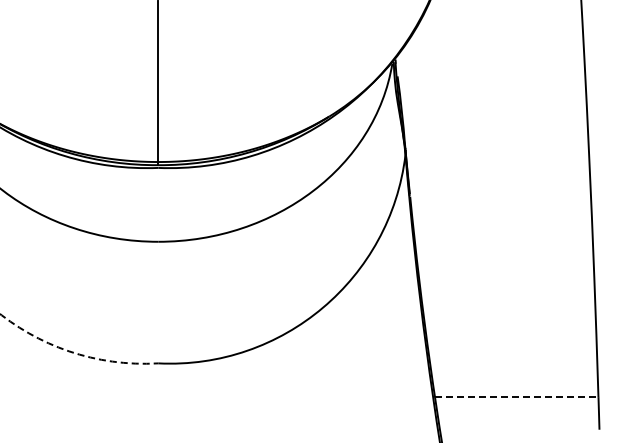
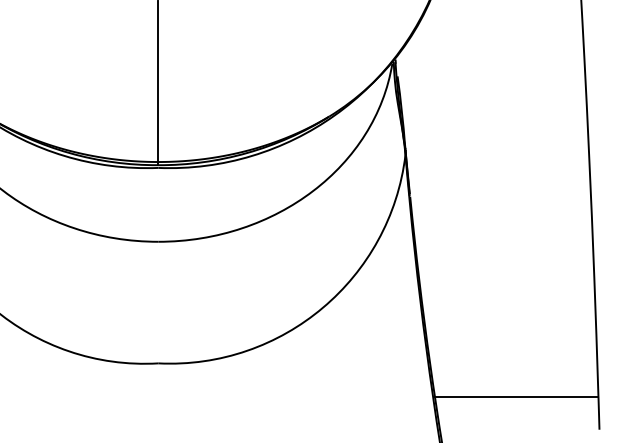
arc at (75, 353): dashed -> solid
line at (516, 397): dashed -> solid
